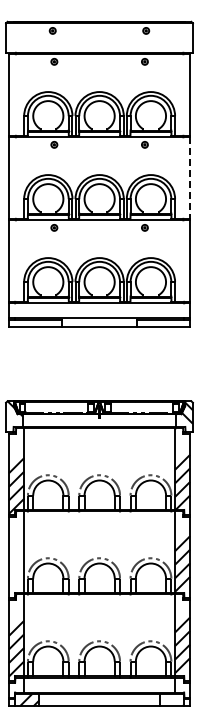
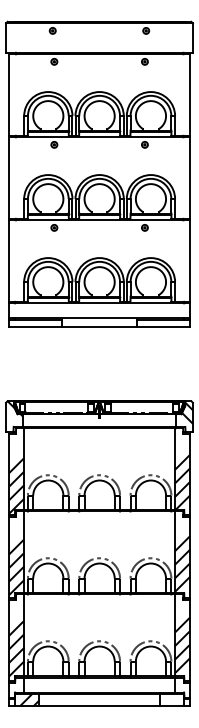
line at (190, 178): dashed -> solid
hatch at (16, 567): none -> present
